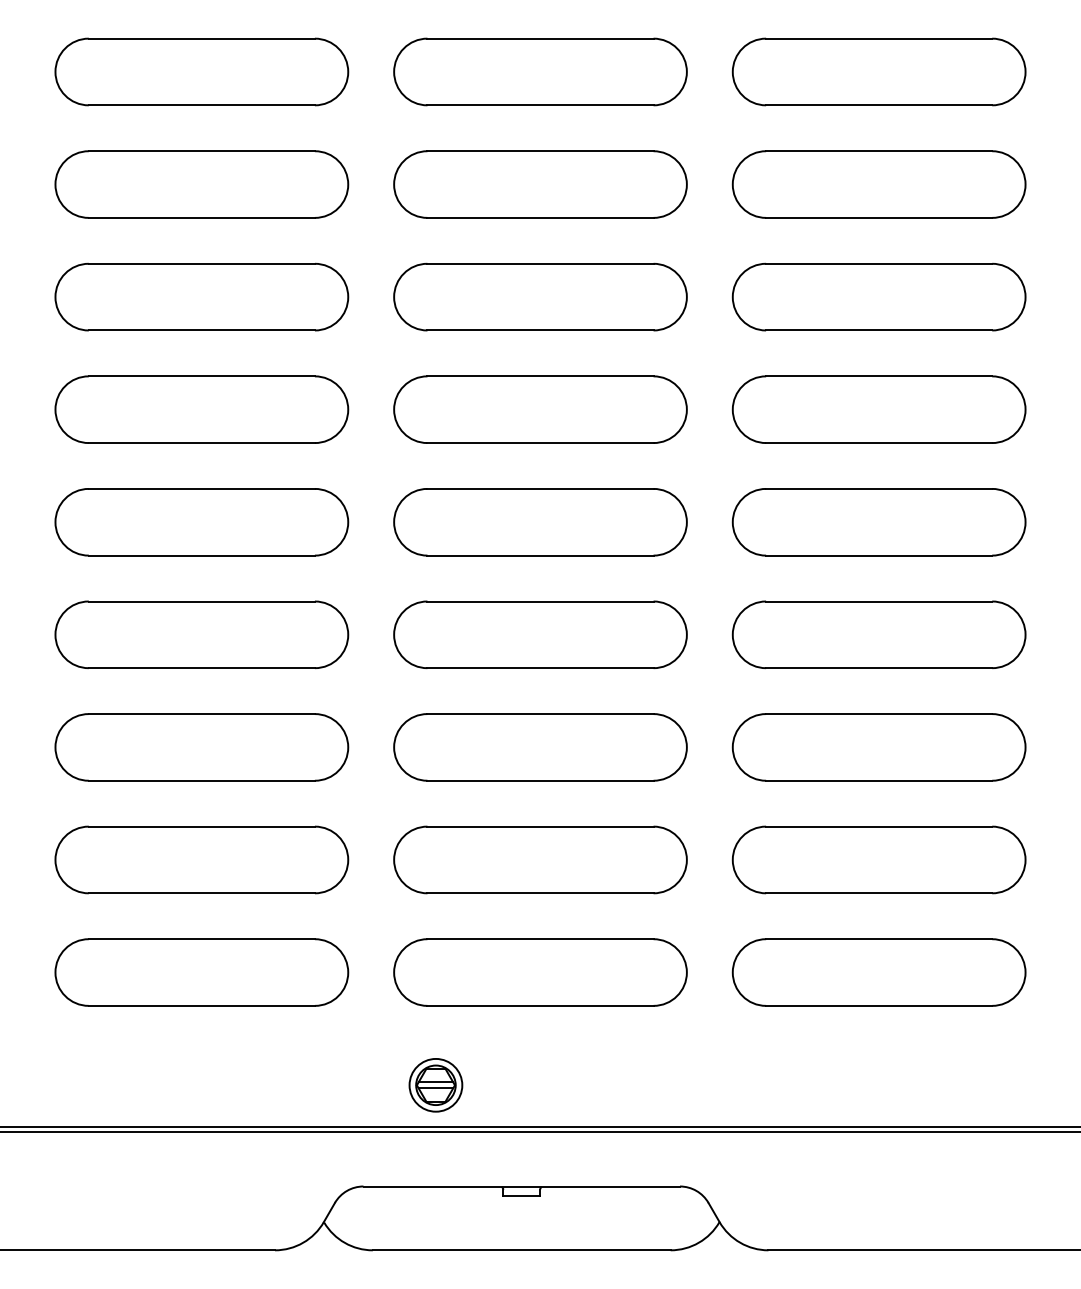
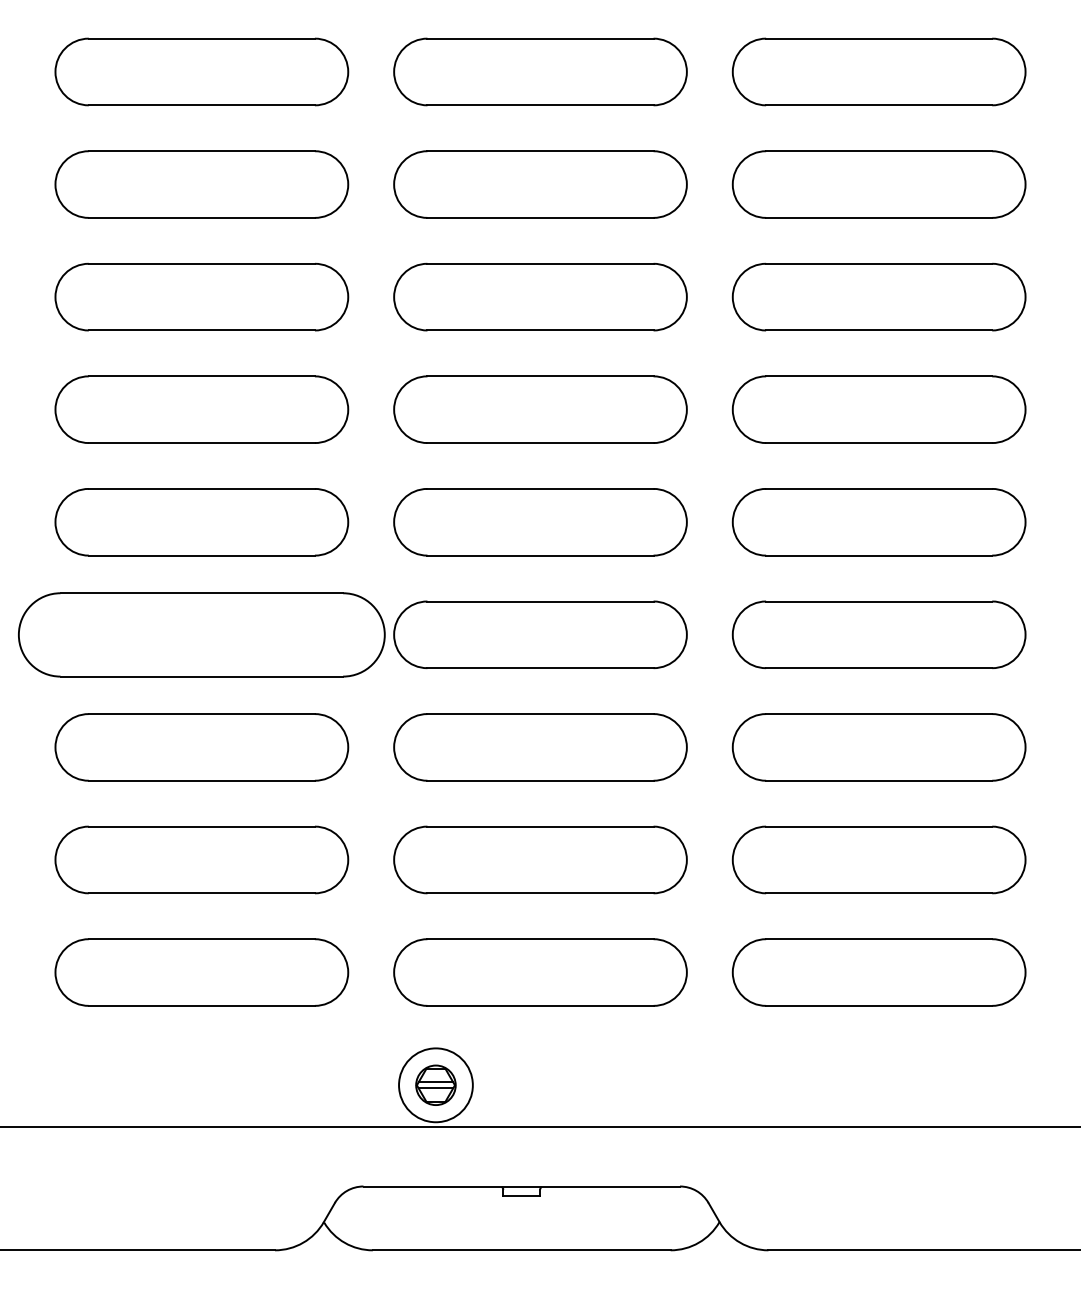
part at (201, 634) size: 296x69 px -> 368x86 px
circle at (435, 1084) diameter: 53 px -> 74 px
line at (539, 1131): present -> none
